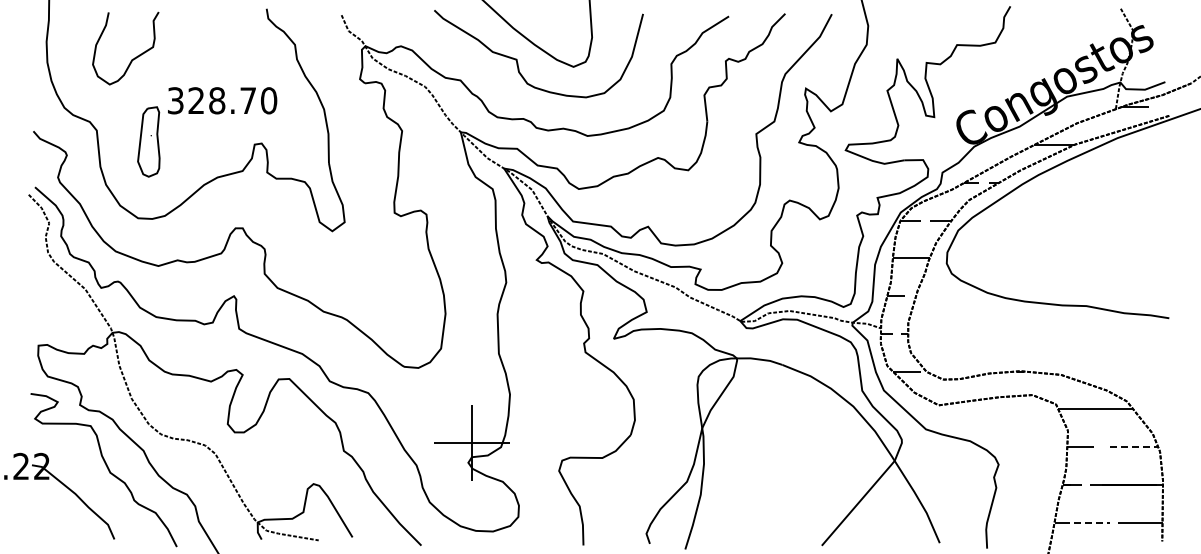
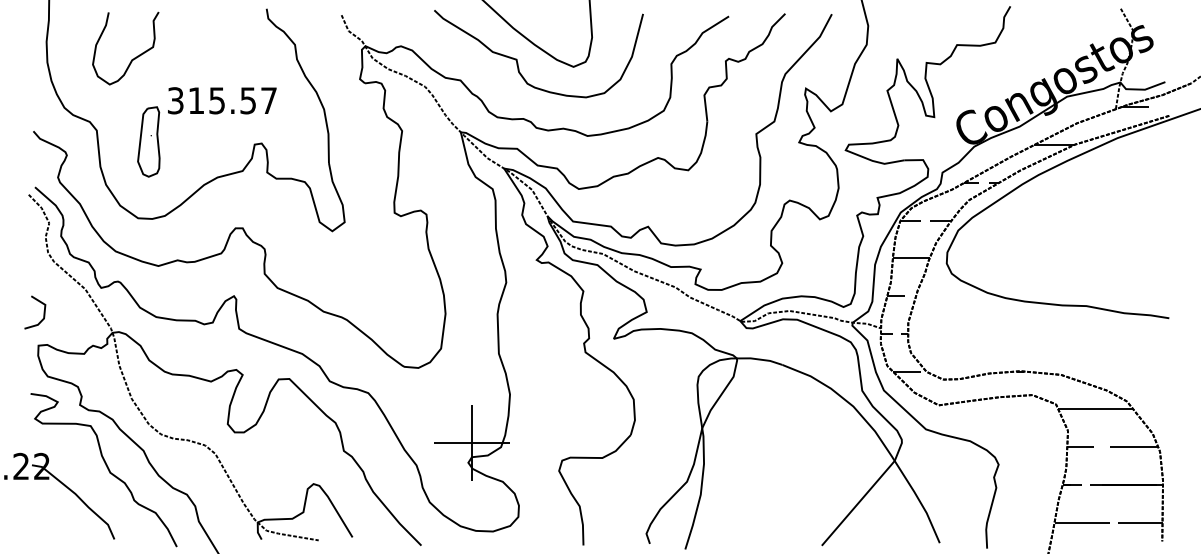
text at (232, 100): 328.70 -> 315.57
line at (43, 312): none -> present
line at (1134, 447): dashed -> solid
line at (1086, 522): dashed -> solid
